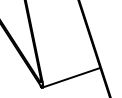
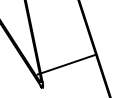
line at (71, 77) position: (71, 77) -> (66, 64)
